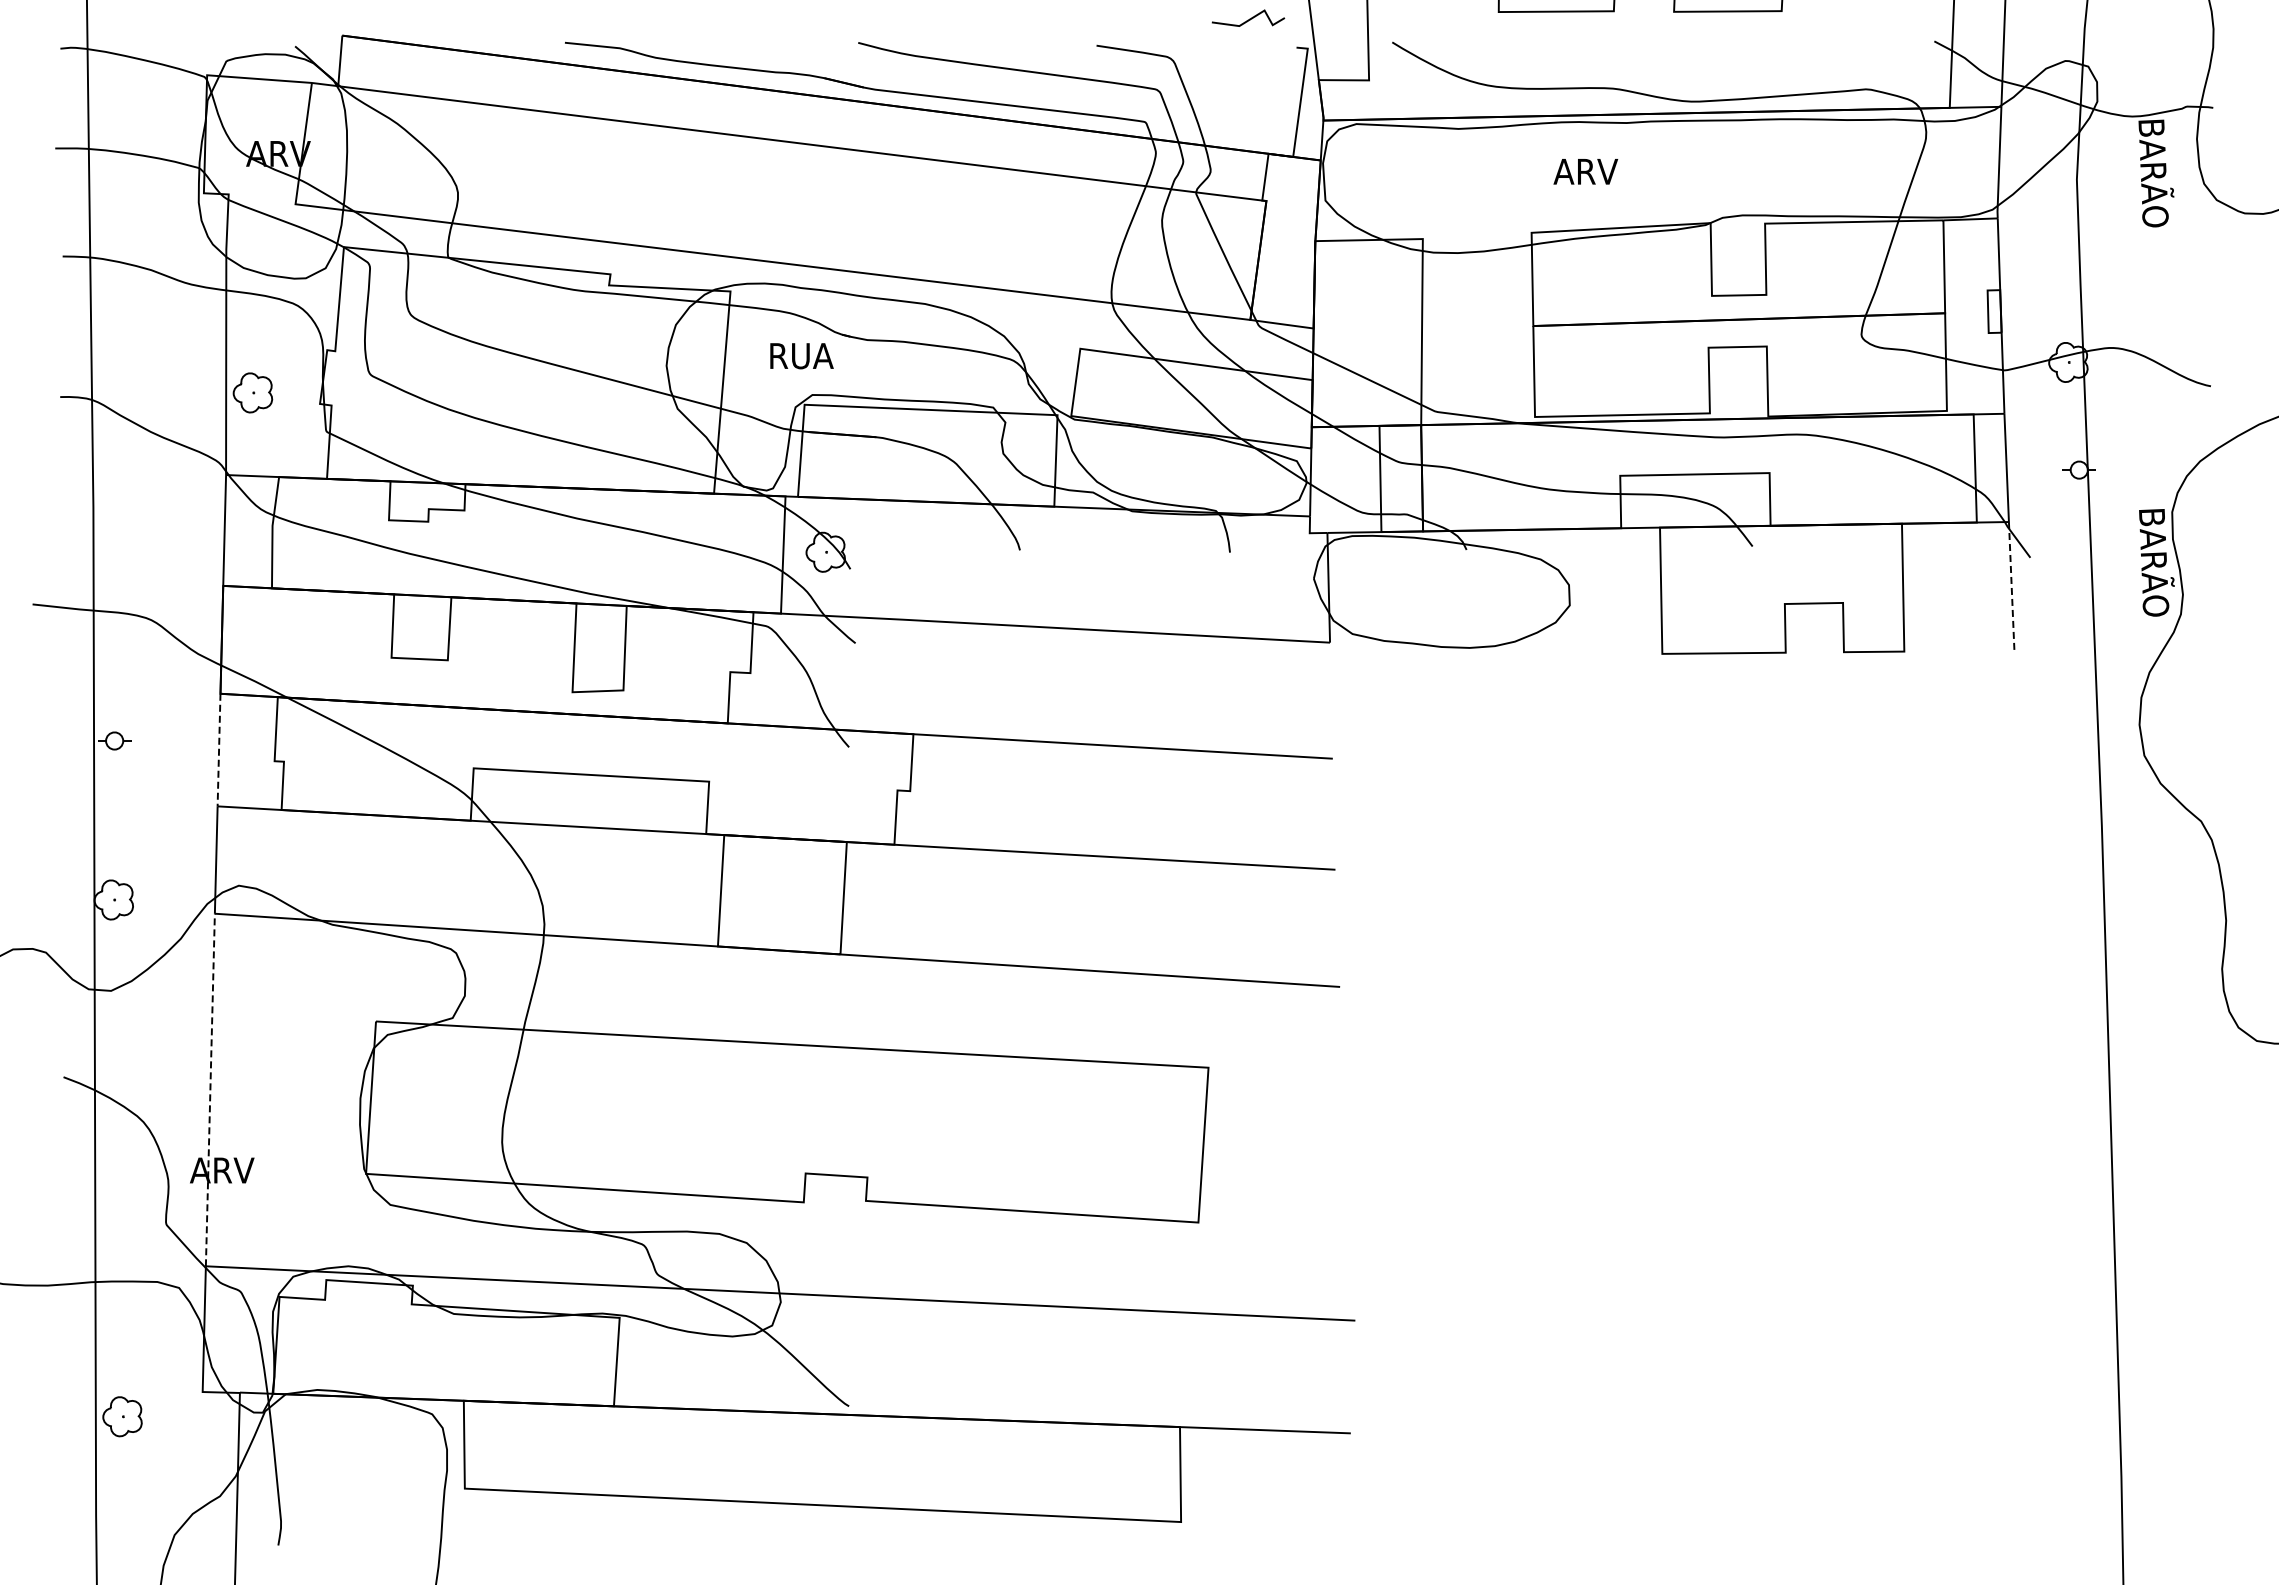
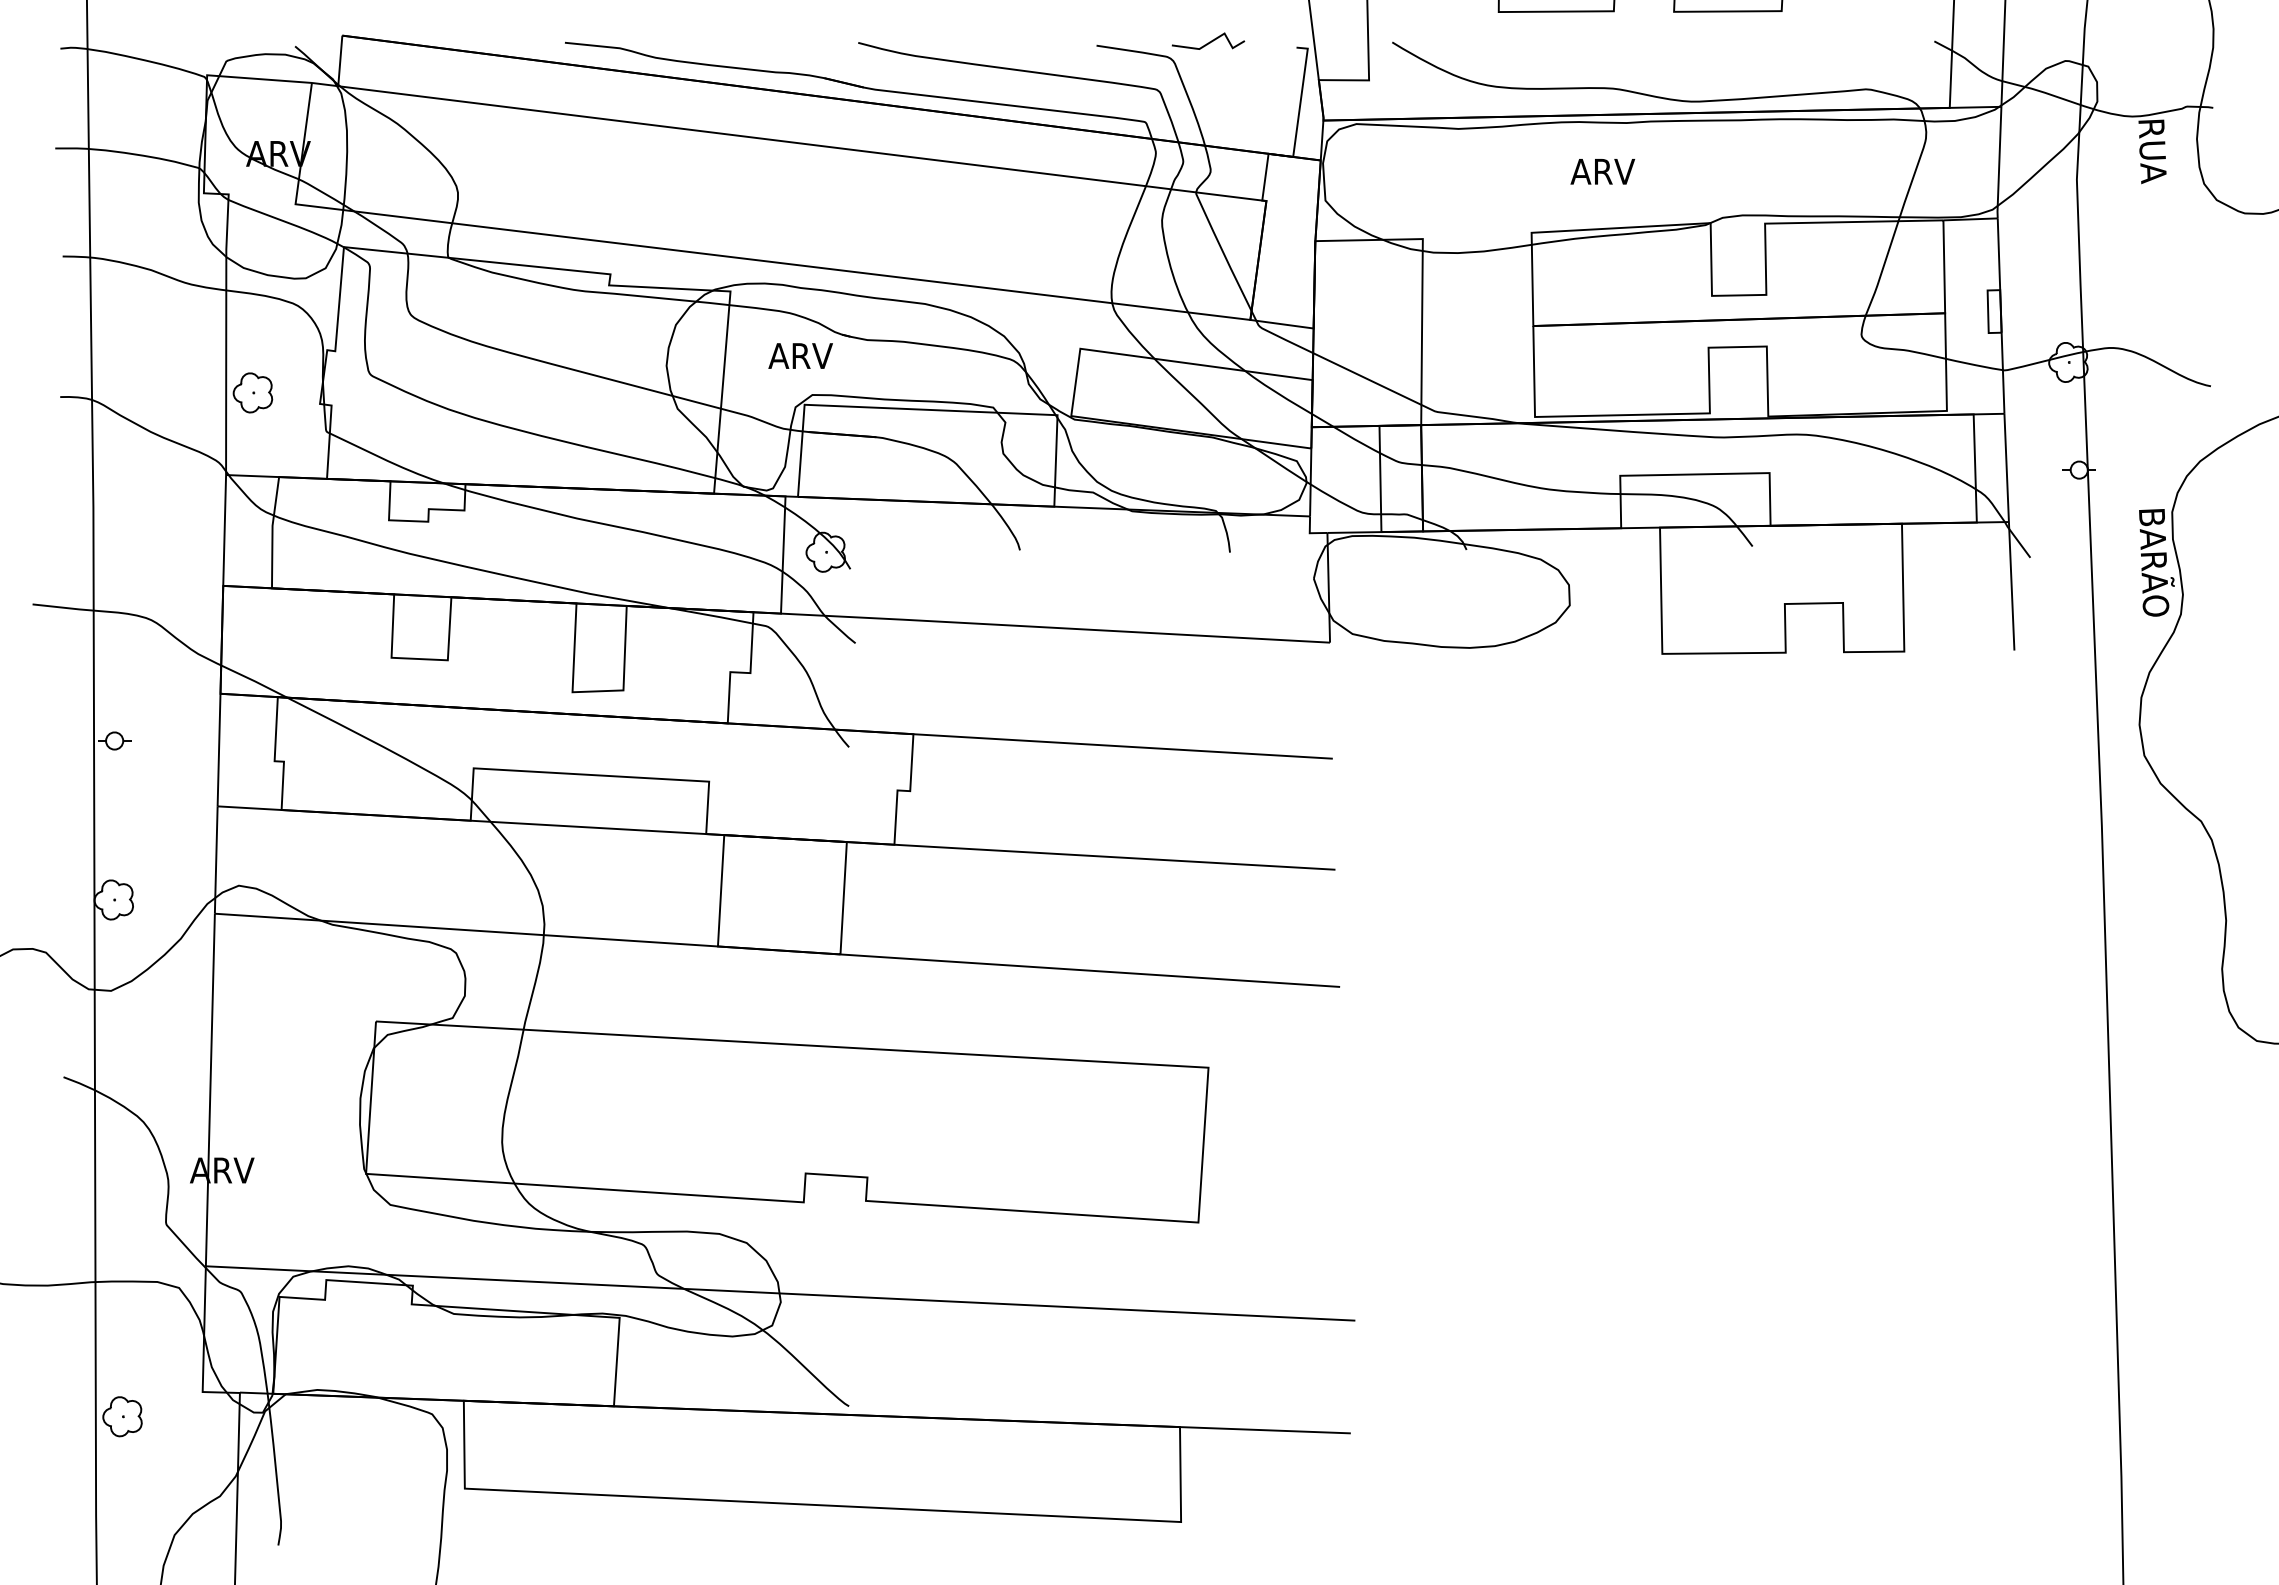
line at (1249, 18) position: (1249, 18) -> (1209, 41)
text at (1585, 171) position: (1585, 171) -> (1602, 171)
text at (2156, 175): BARÃO -> RUA
text at (800, 356): RUA -> ARV
line at (2011, 586): dashed -> solid
line at (219, 750): dashed -> solid
line at (210, 1089): dashed -> solid
